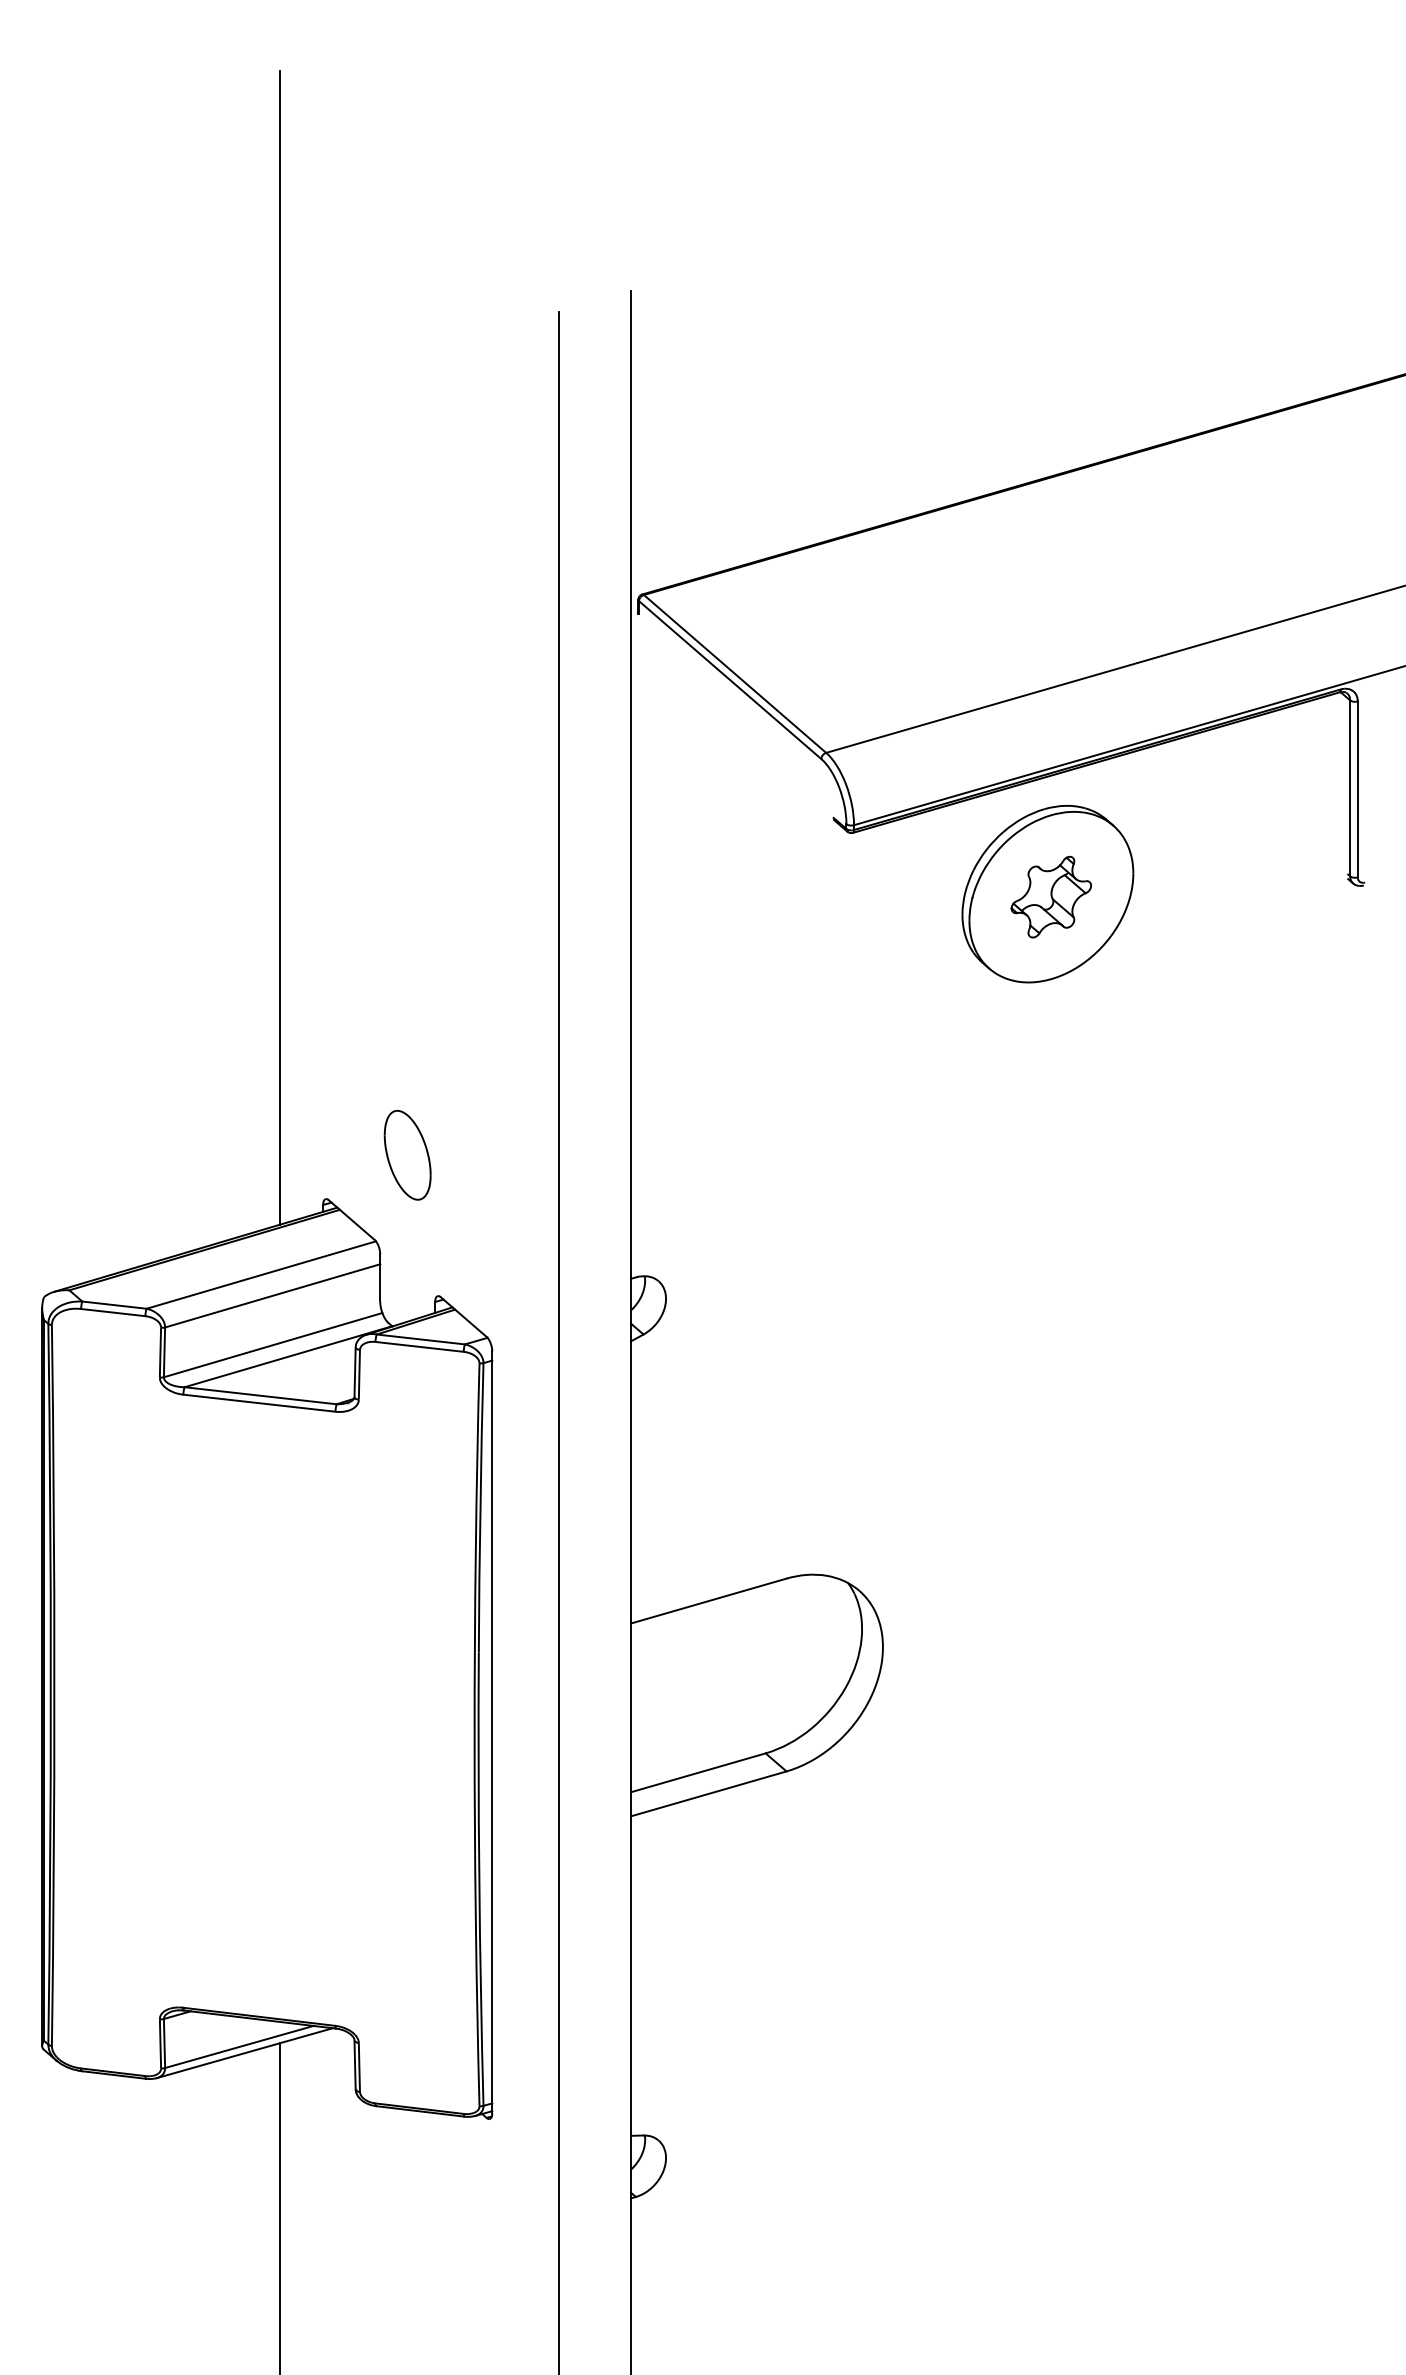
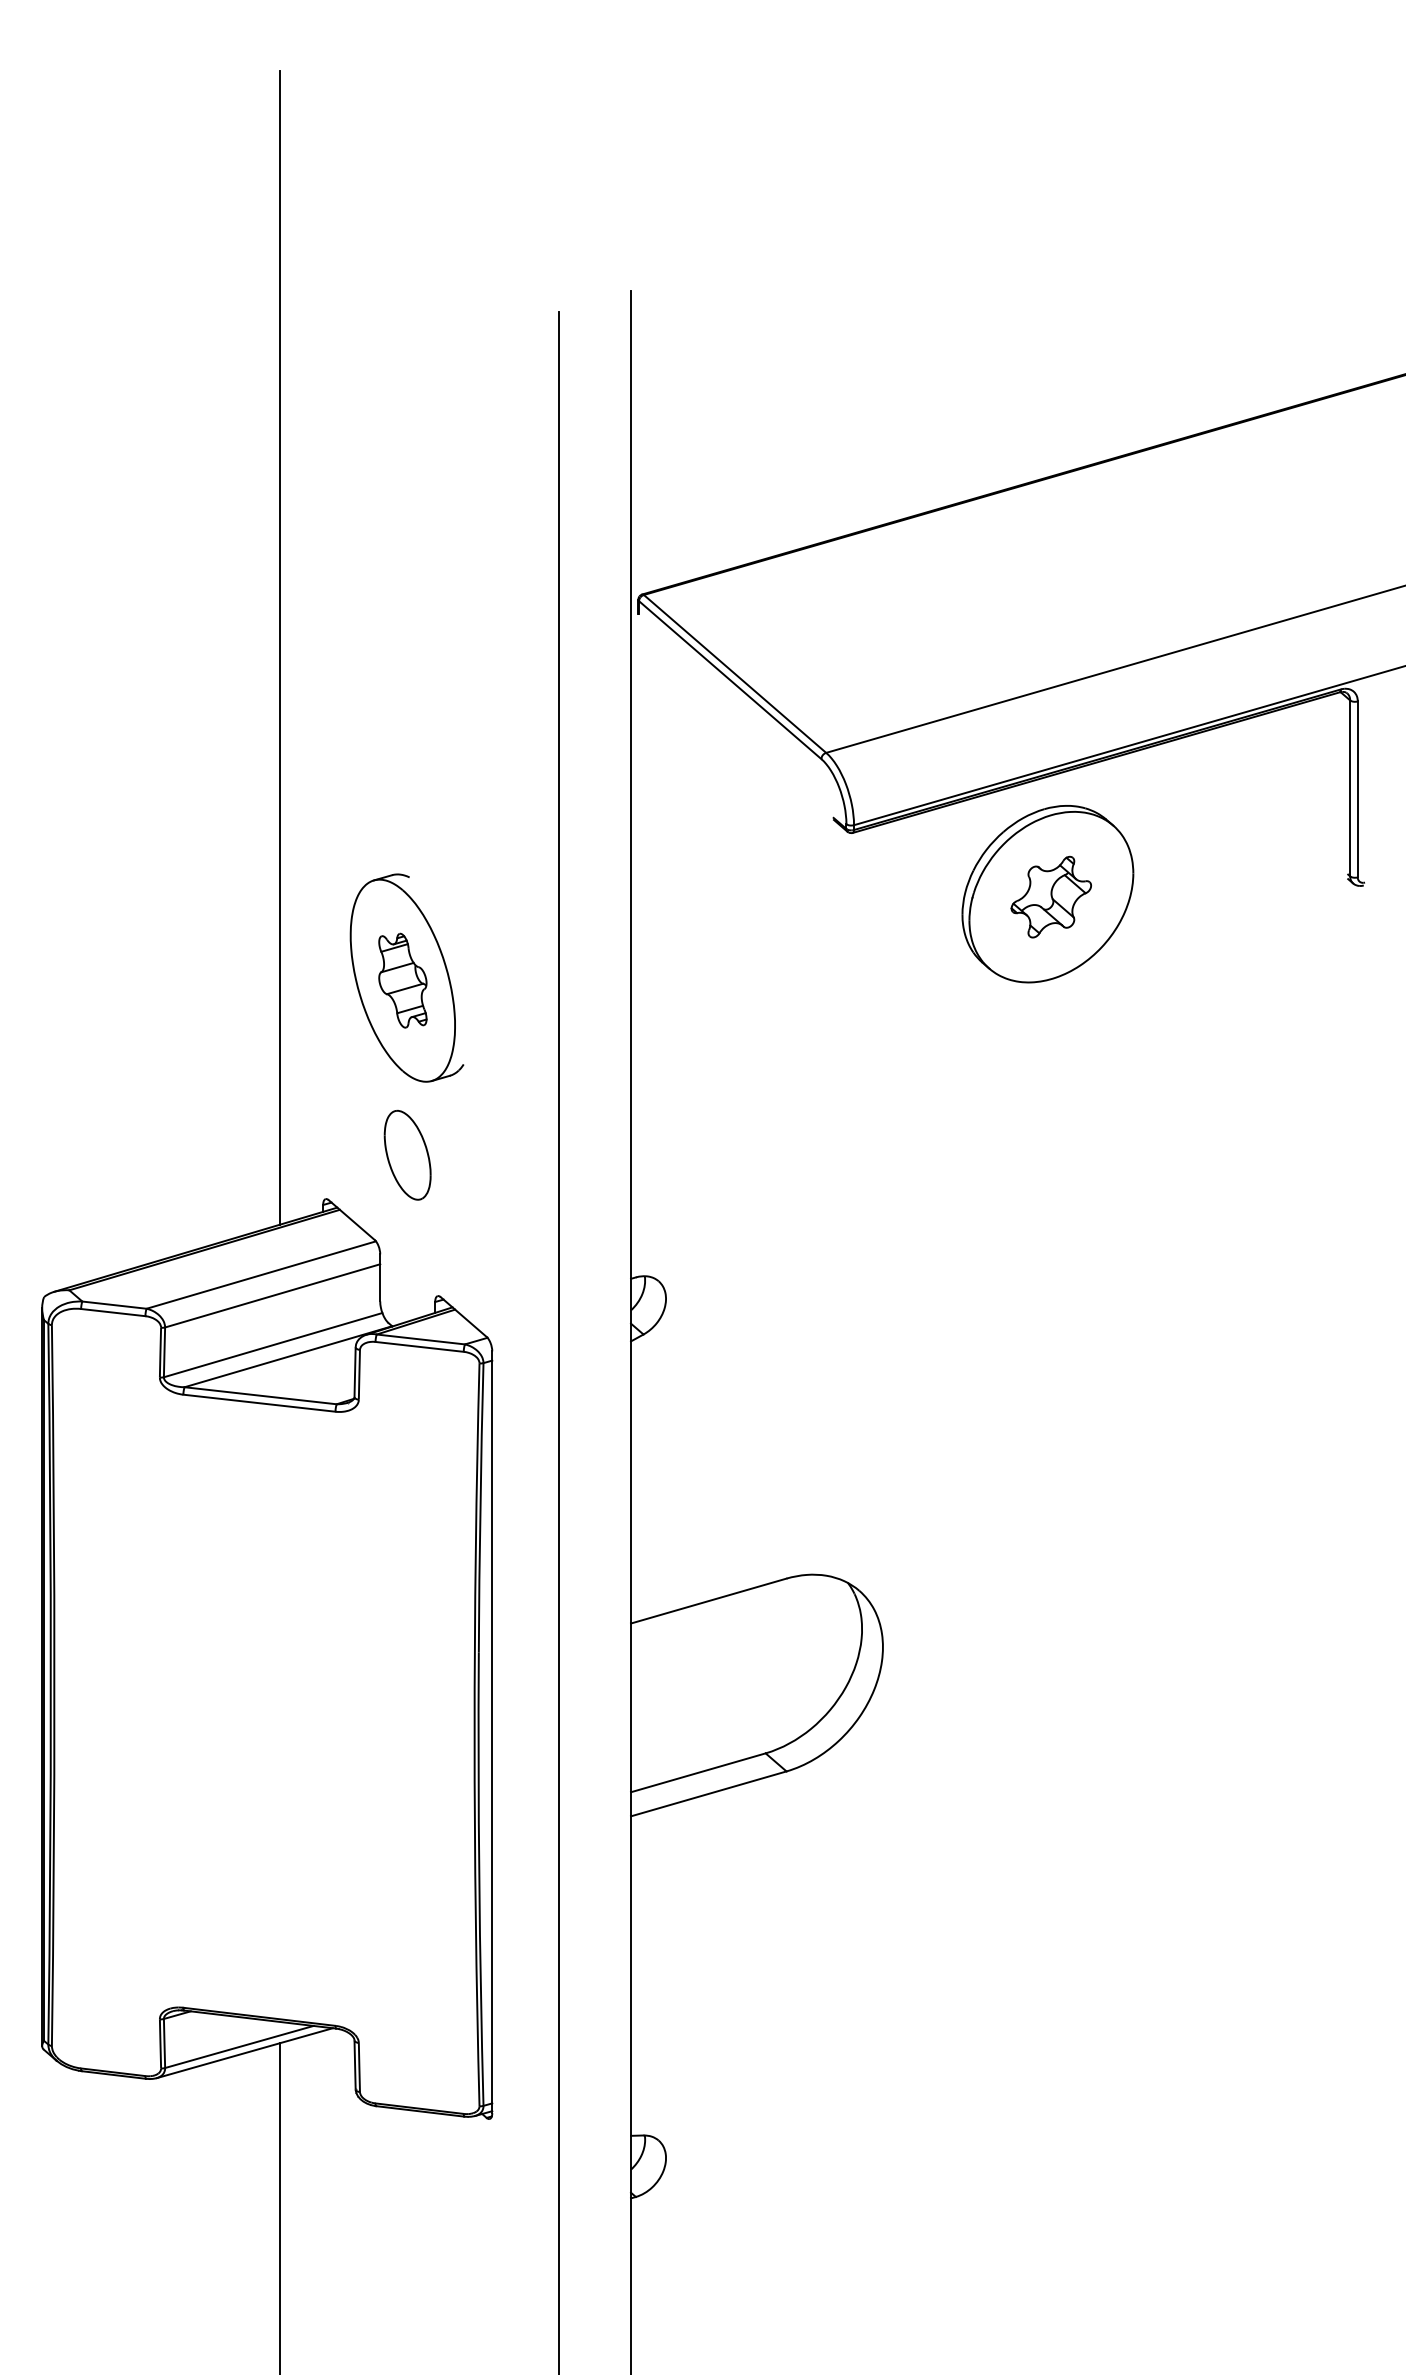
part at (406, 977): none -> present
